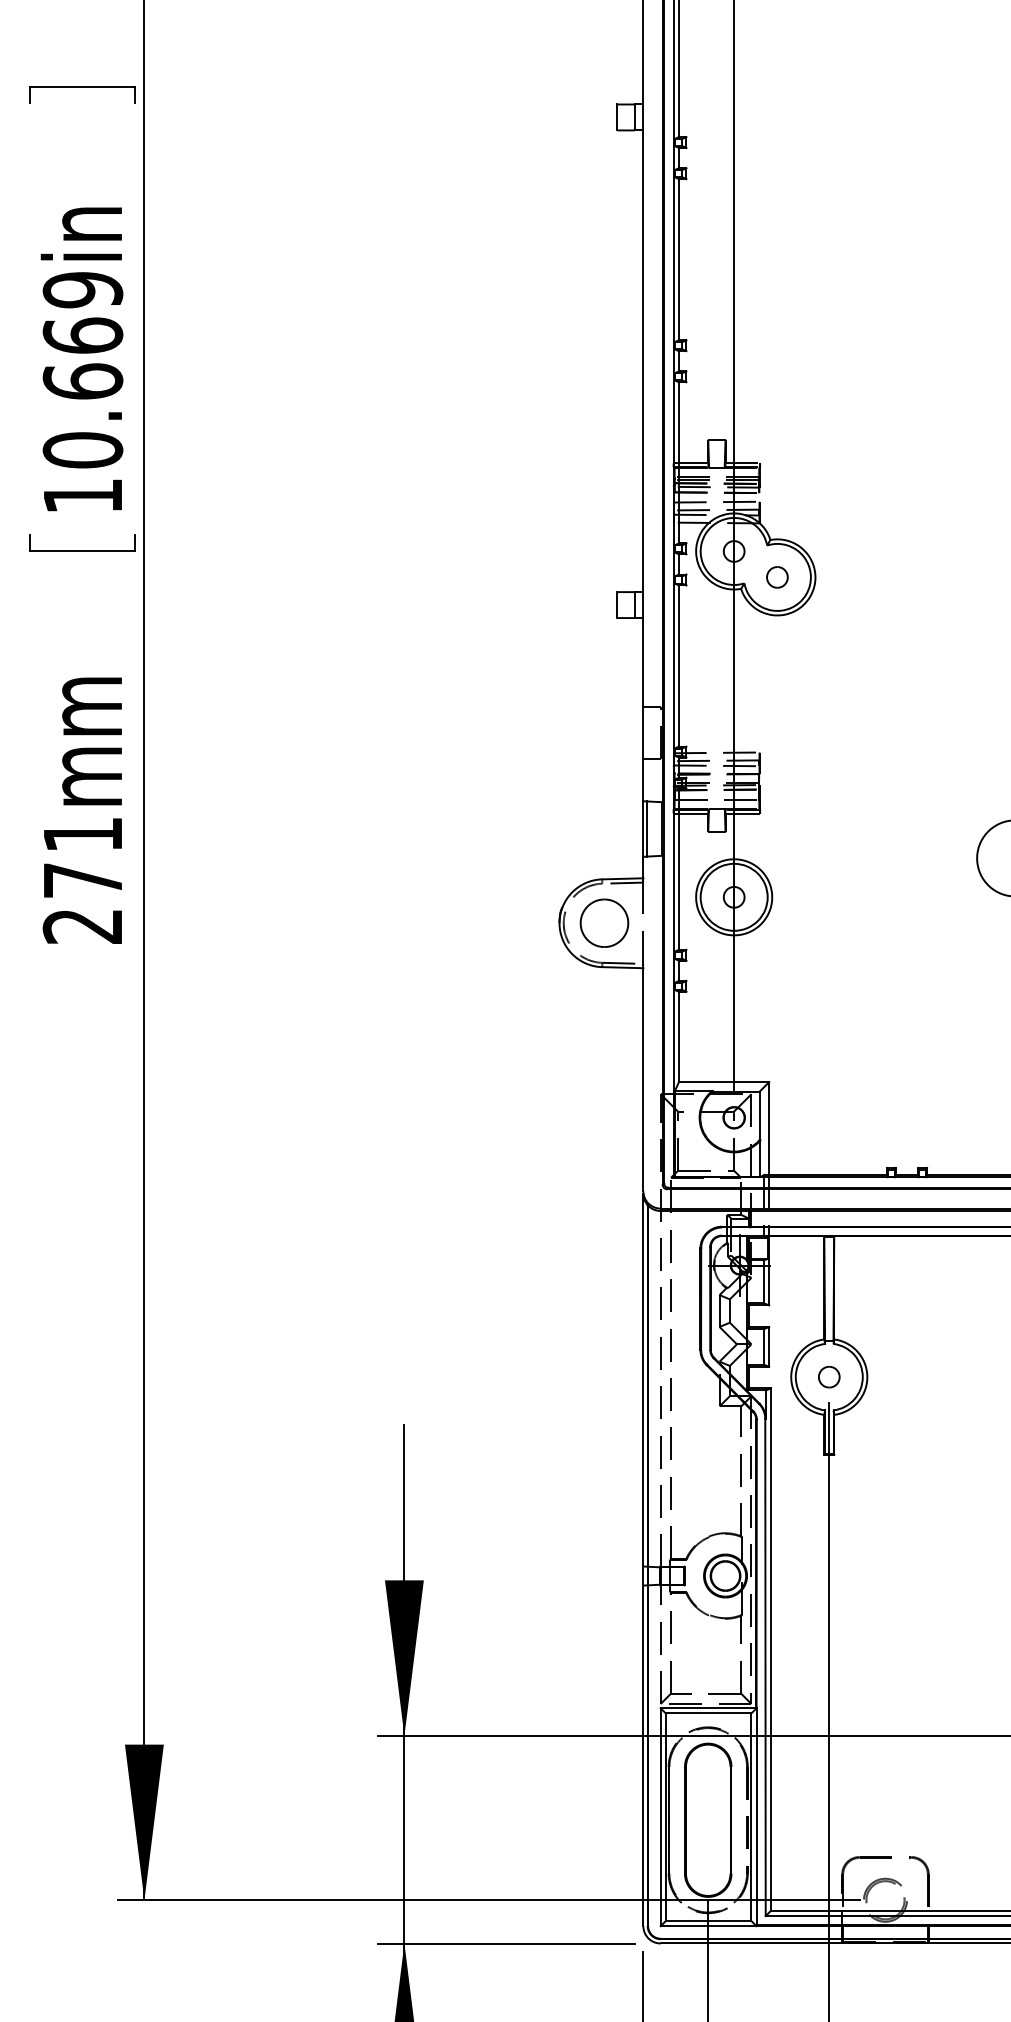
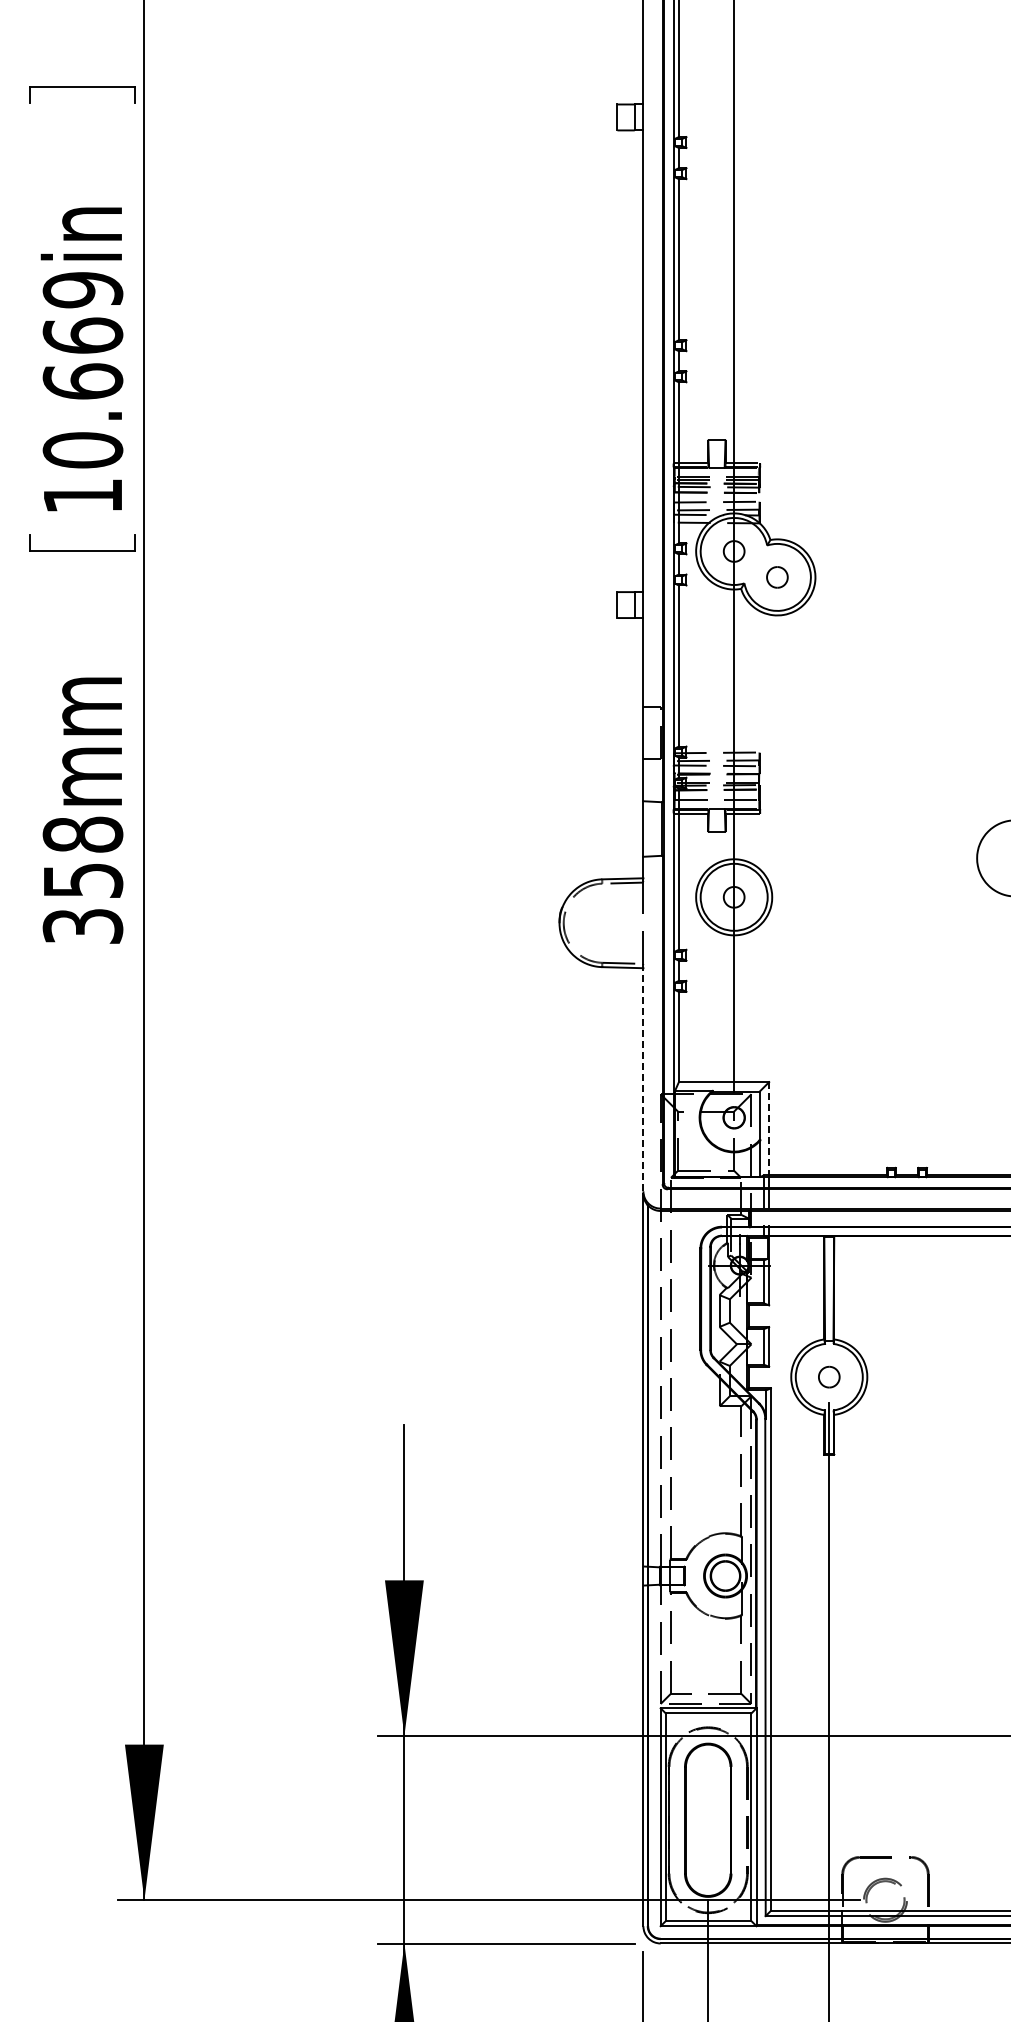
line at (646, 828): present -> none
text at (82, 879): 271mm -> 358mm
part at (604, 922): present -> none
line at (643, 1079): solid -> dashed
line at (769, 1128): solid -> dashed
